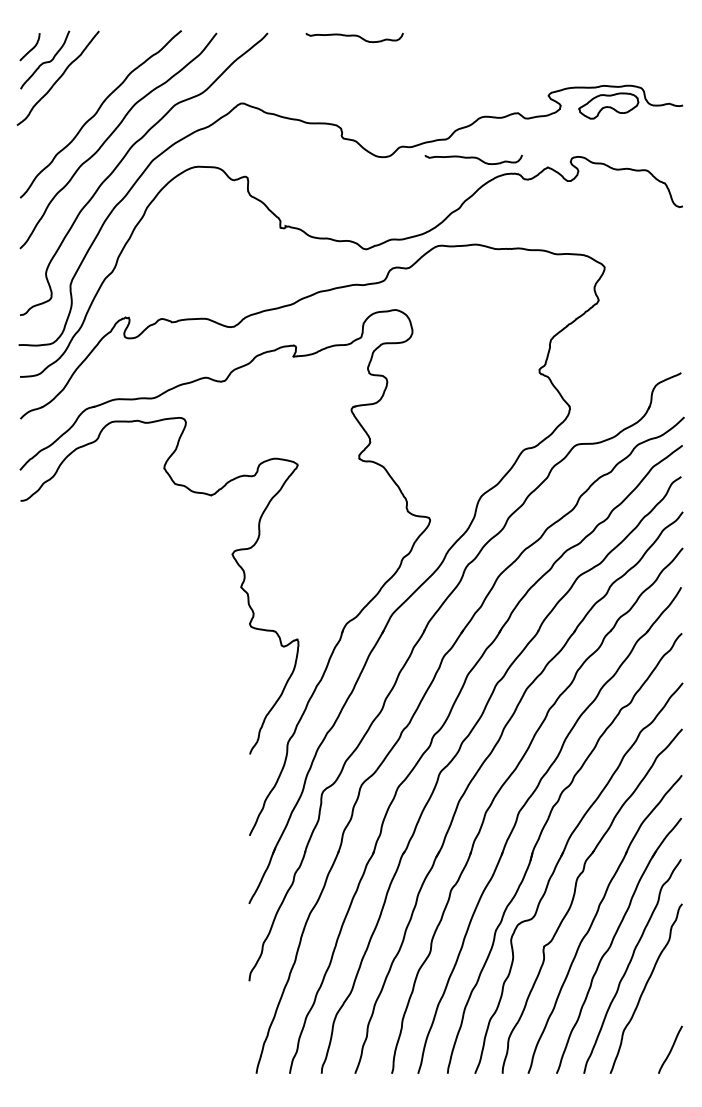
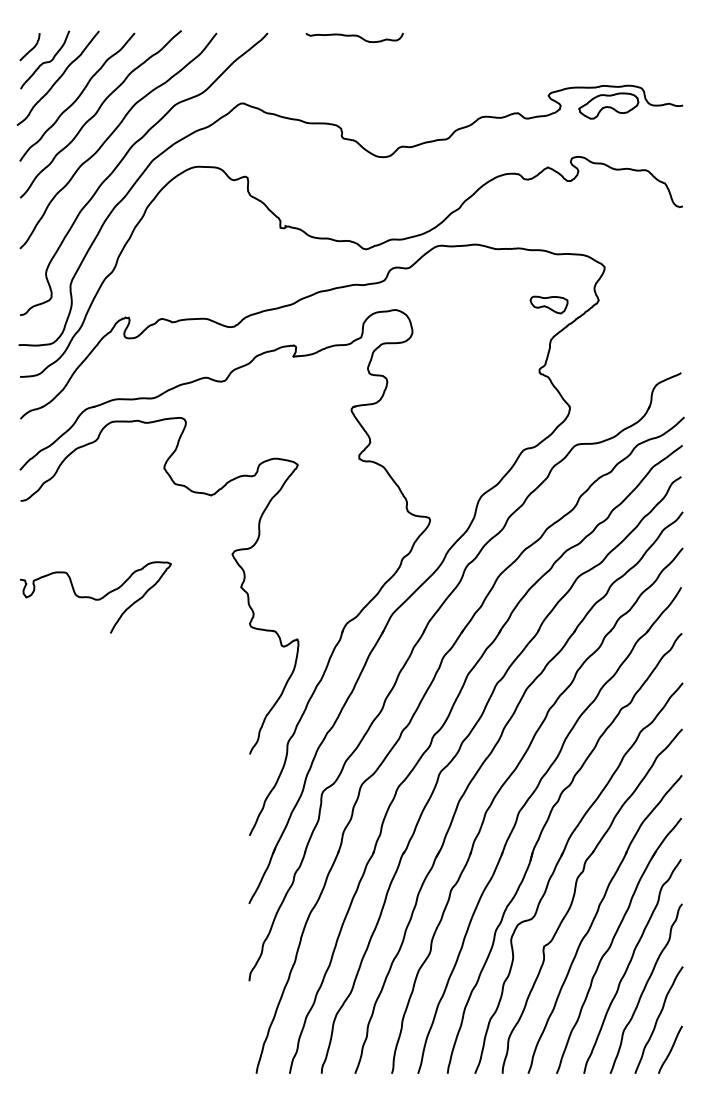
curve at (77, 96): none -> present
curve at (473, 158): present -> none
part at (548, 304): none -> present
curve at (95, 598): none -> present
curve at (658, 1019): none -> present
